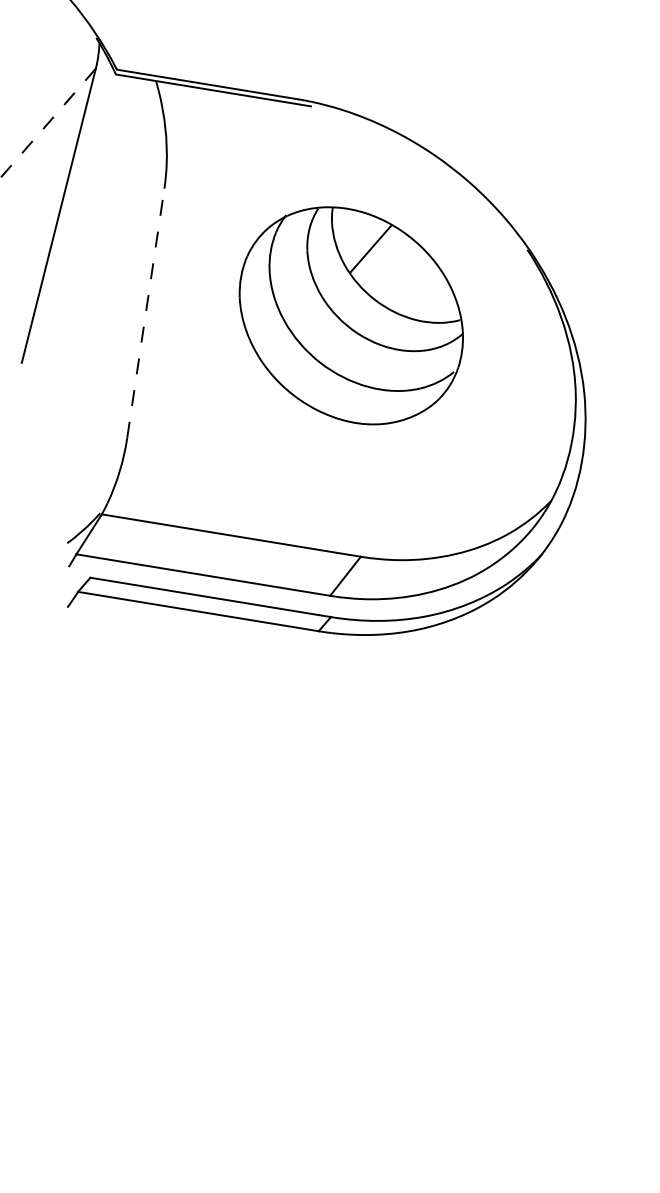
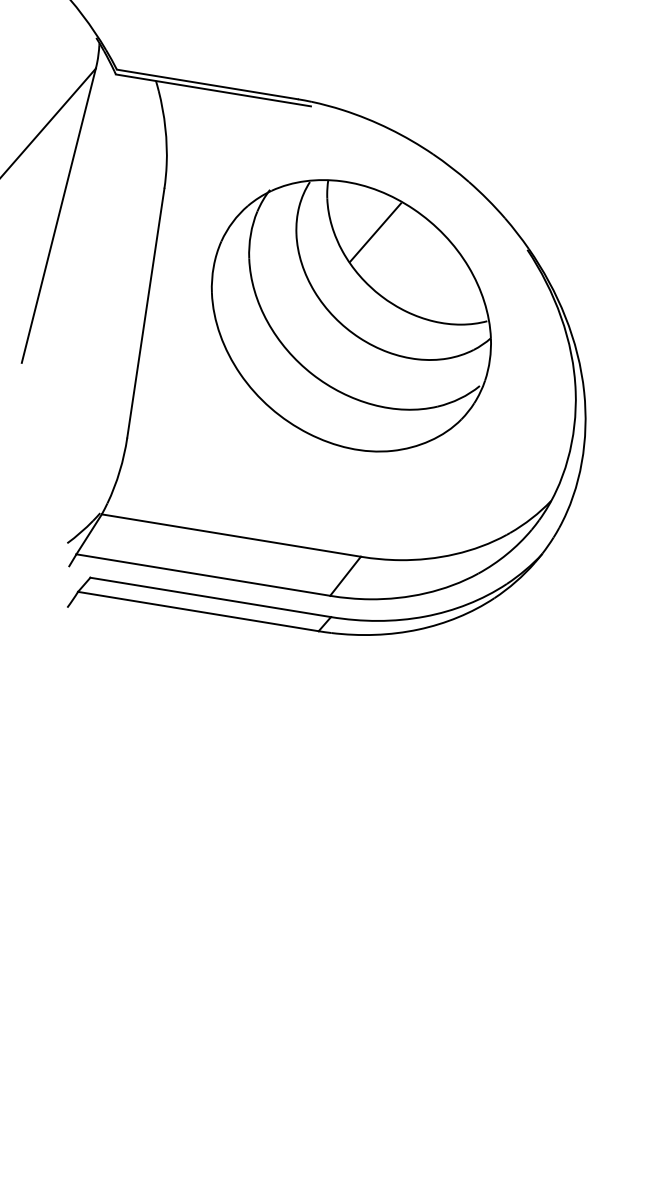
line at (47, 123): dashed -> solid
line at (145, 313): dashed -> solid
part at (350, 315) size: 226x220 px -> 282x274 px
